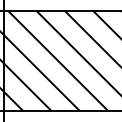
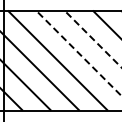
line at (92, 38): solid -> dashed
line at (78, 52): solid -> dashed
